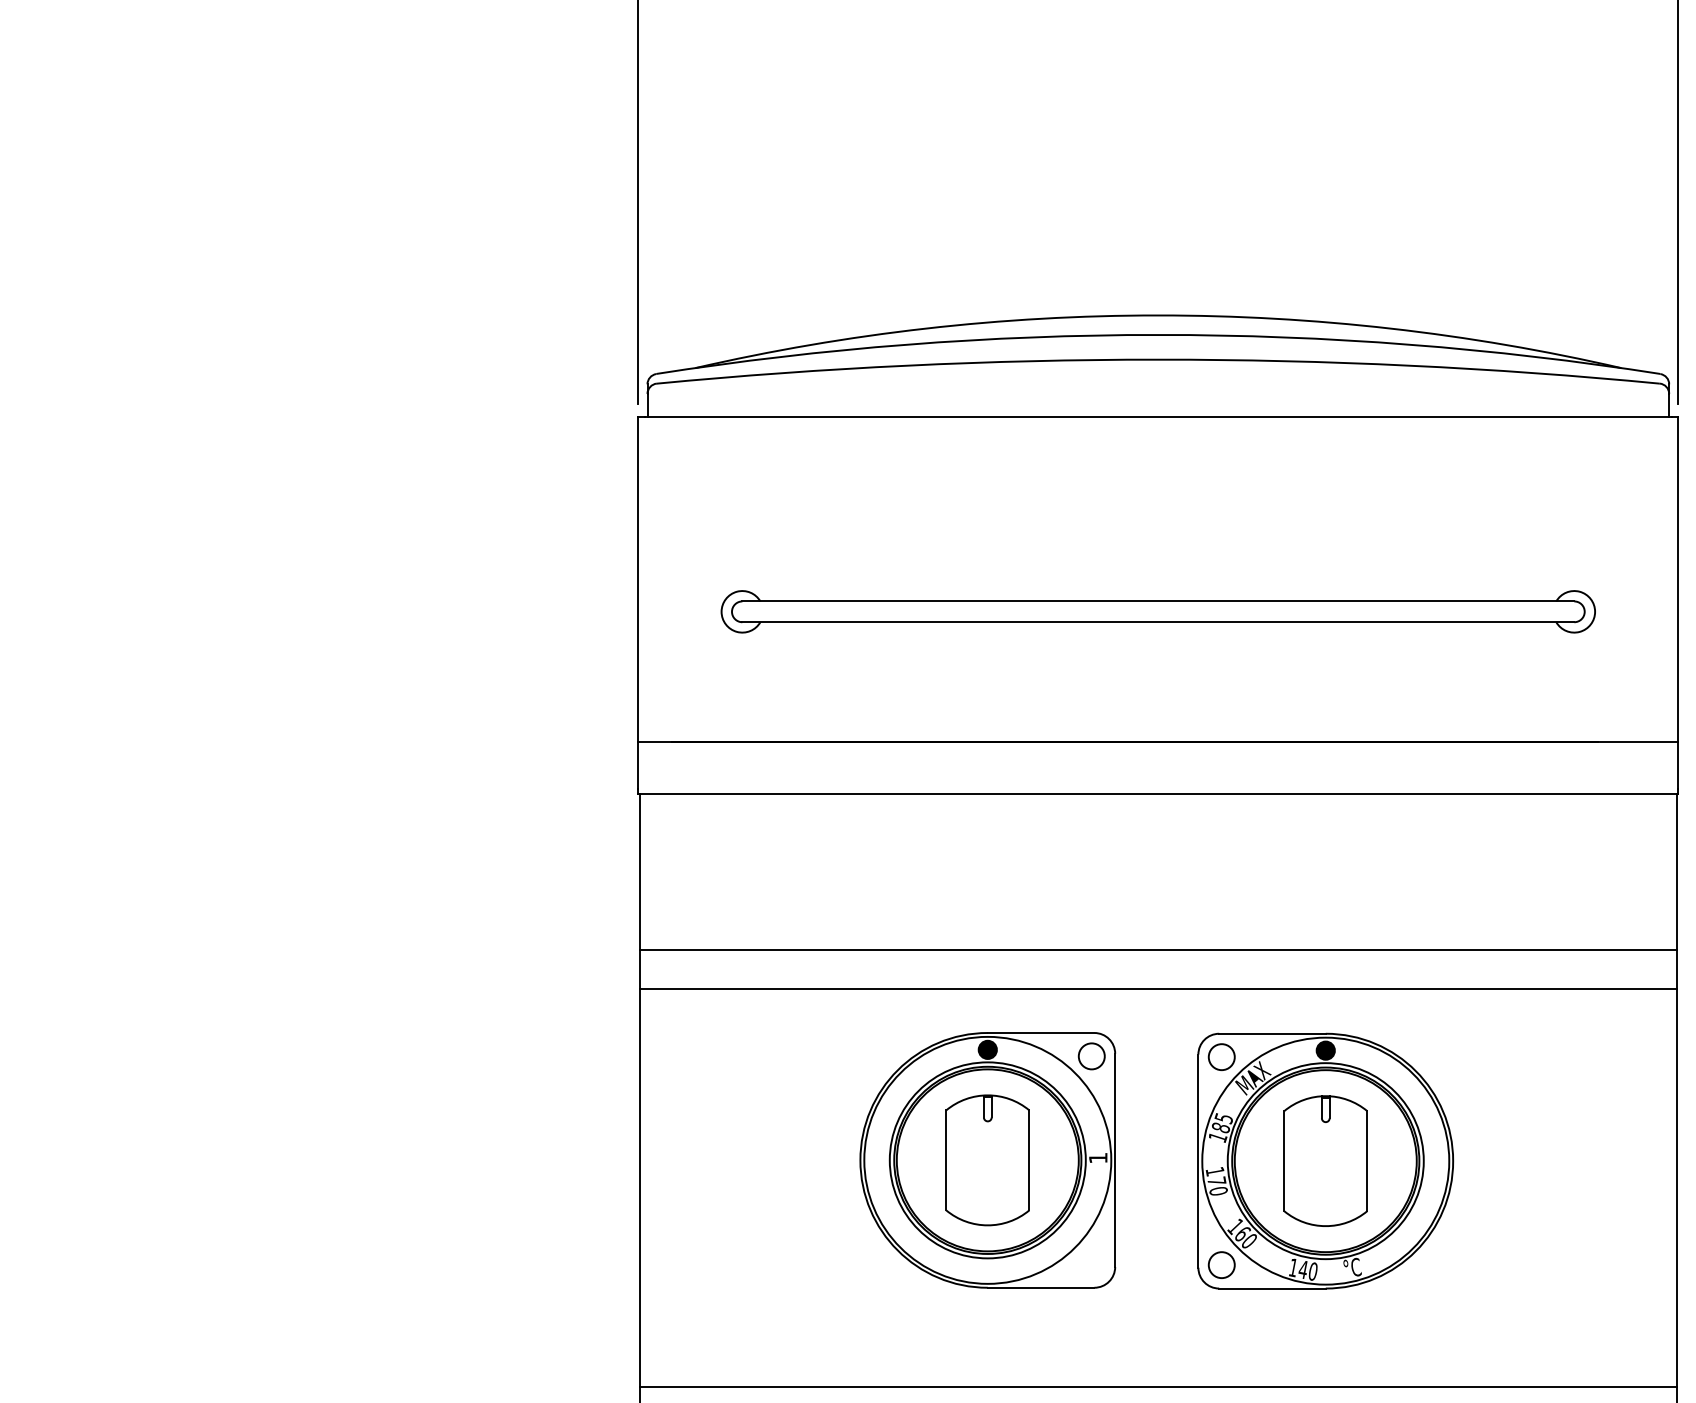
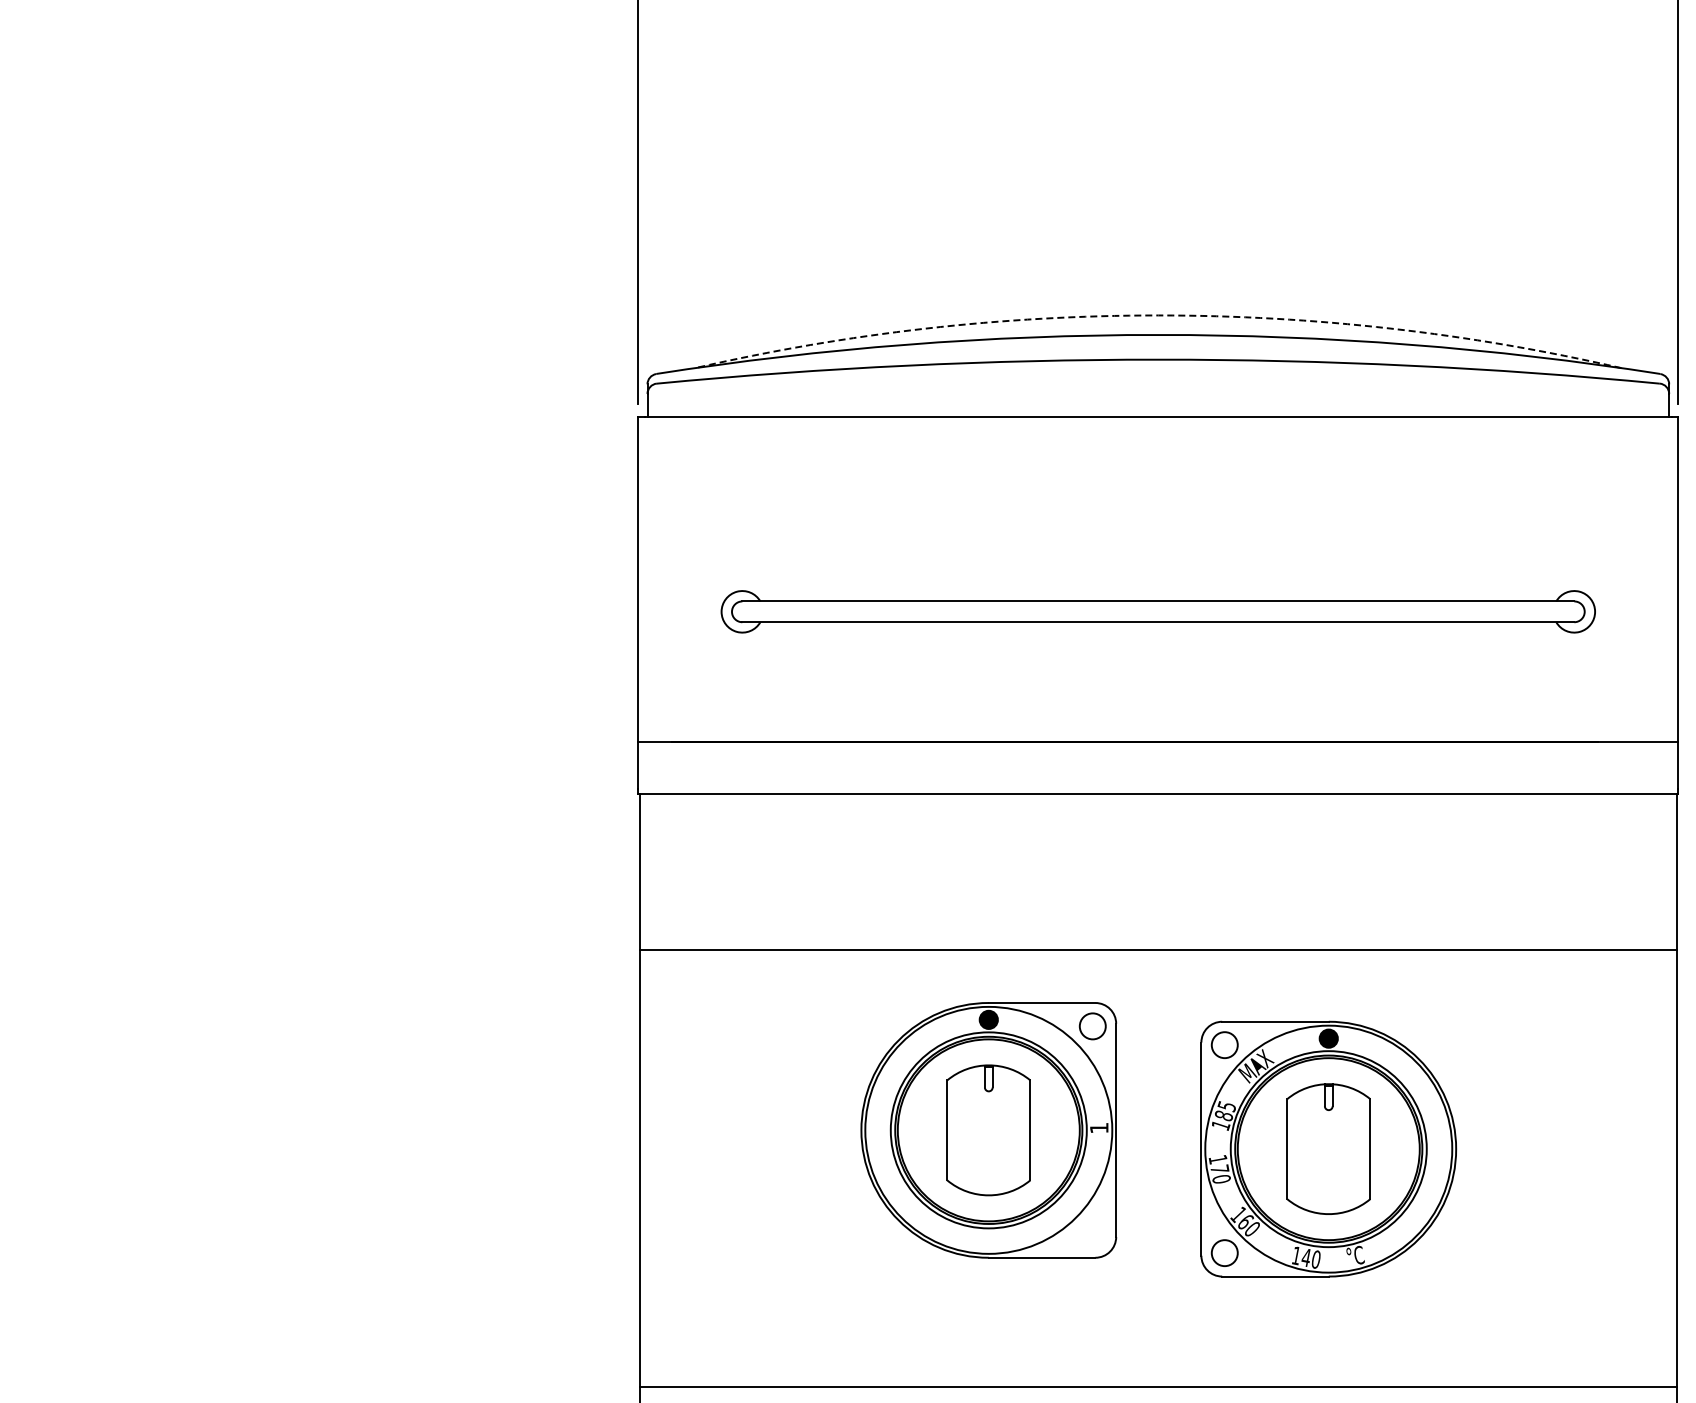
arc at (1158, 315): solid -> dashed
line at (1158, 988): present -> none
part at (987, 1160) position: (987, 1160) -> (988, 1130)
part at (1325, 1160) position: (1325, 1160) -> (1328, 1148)
